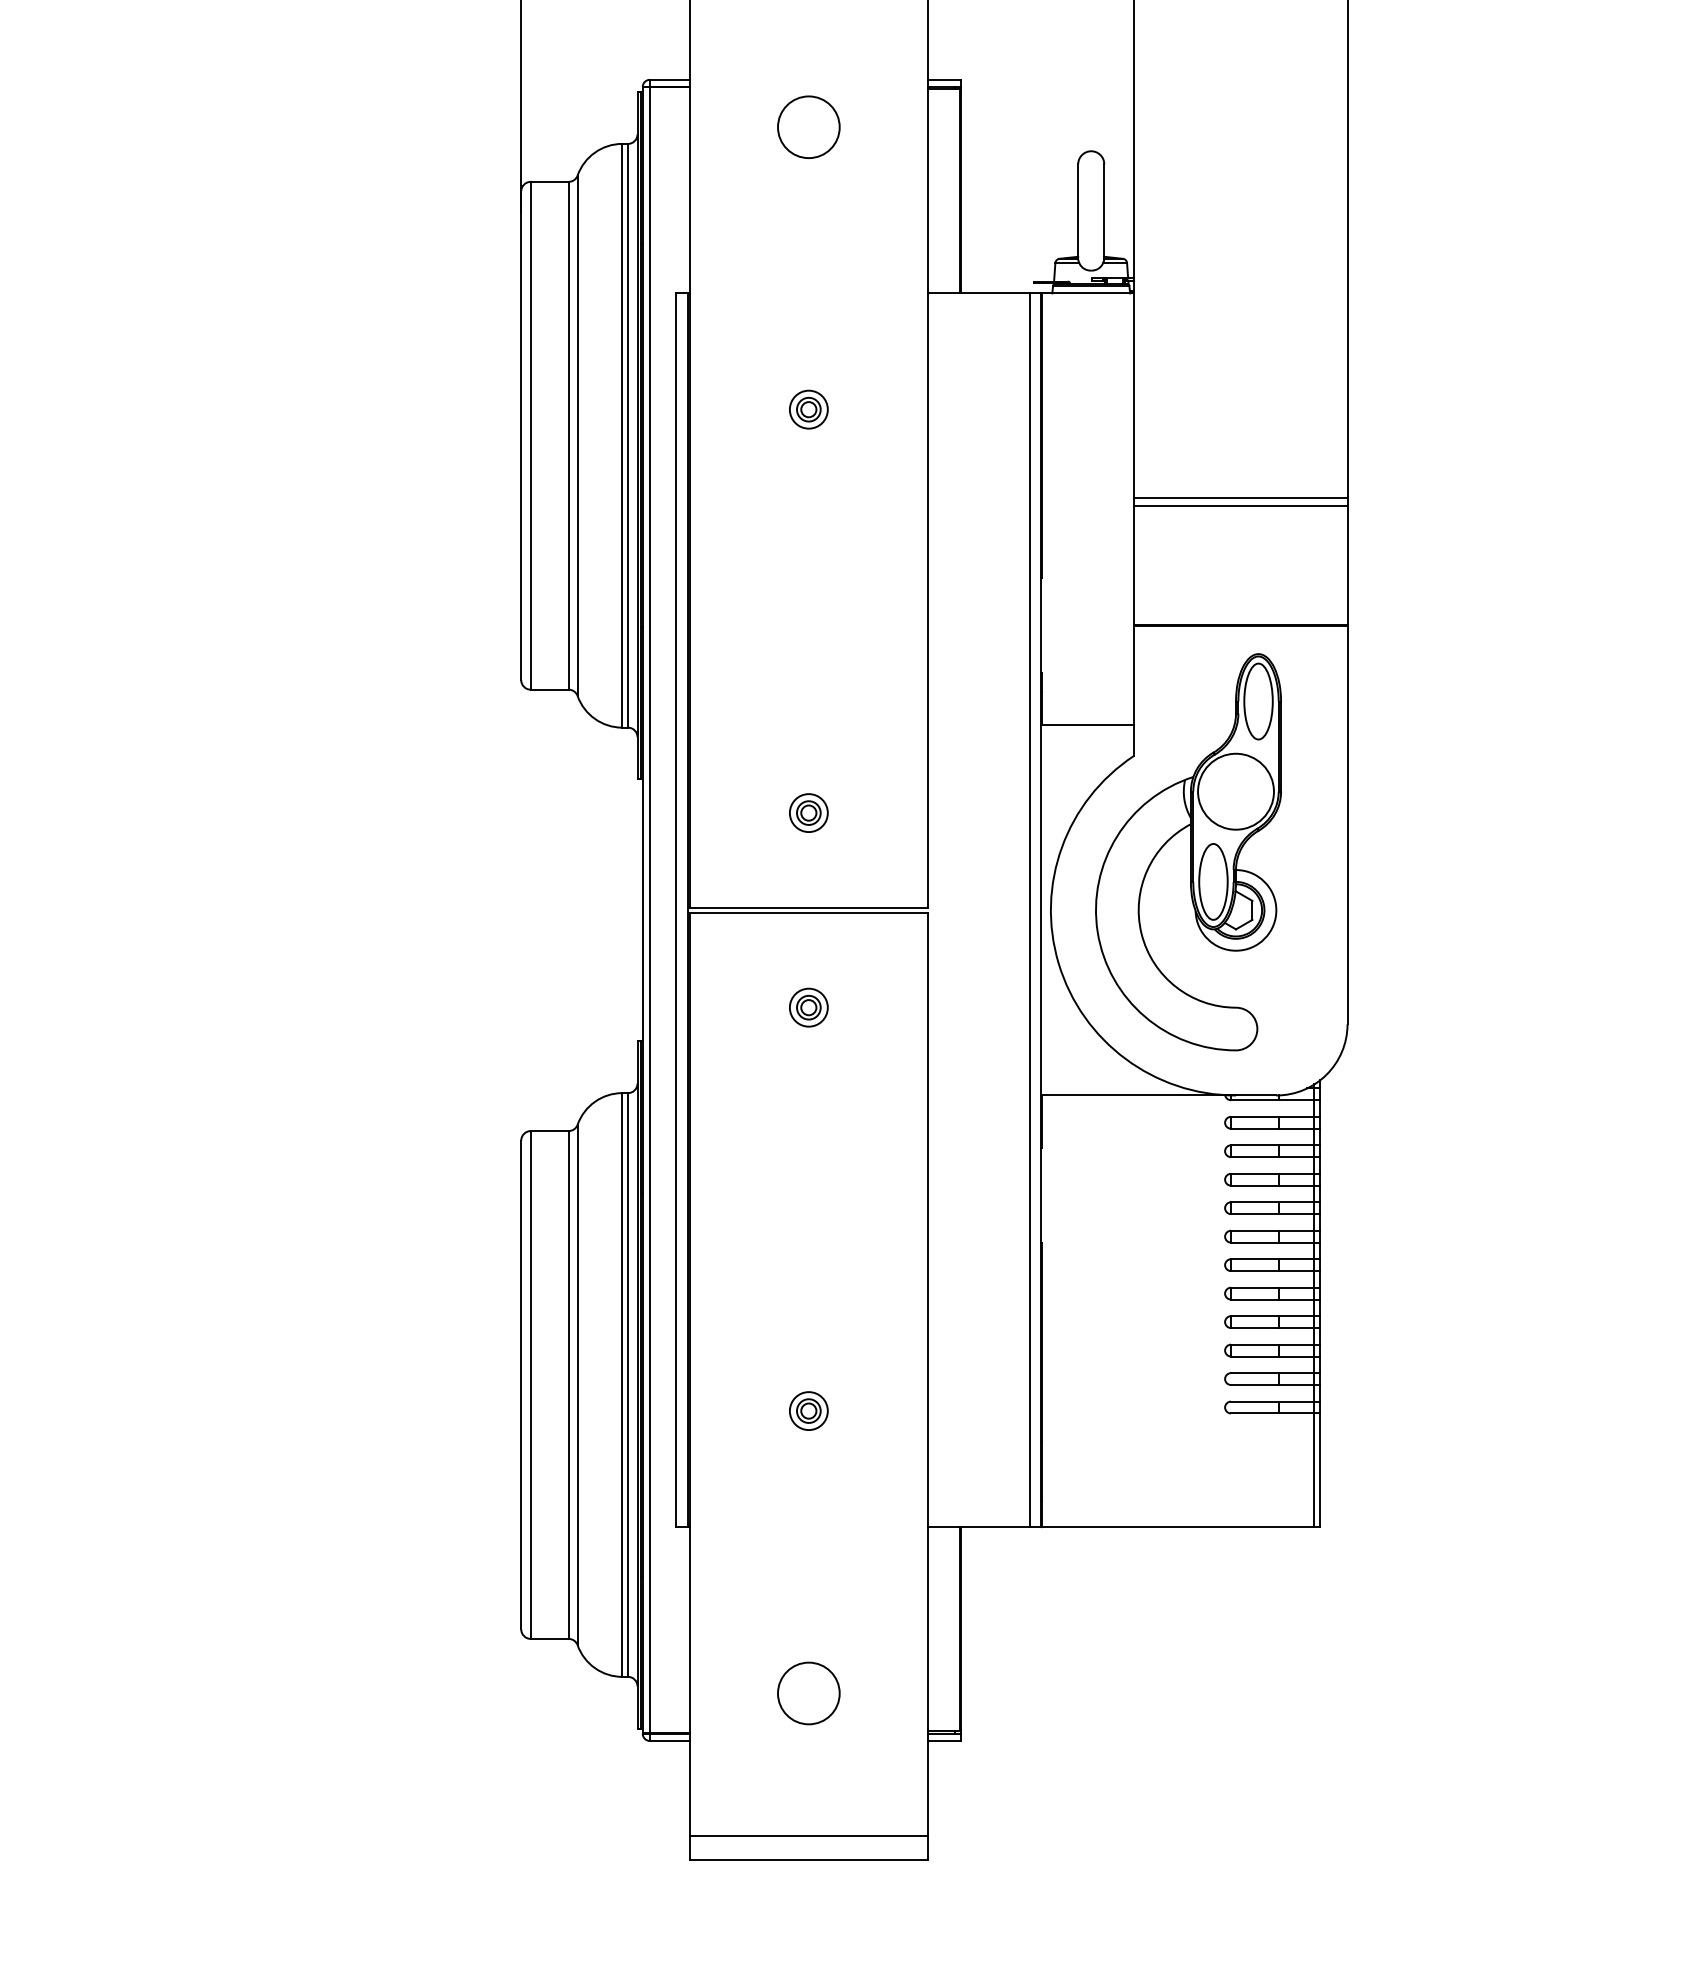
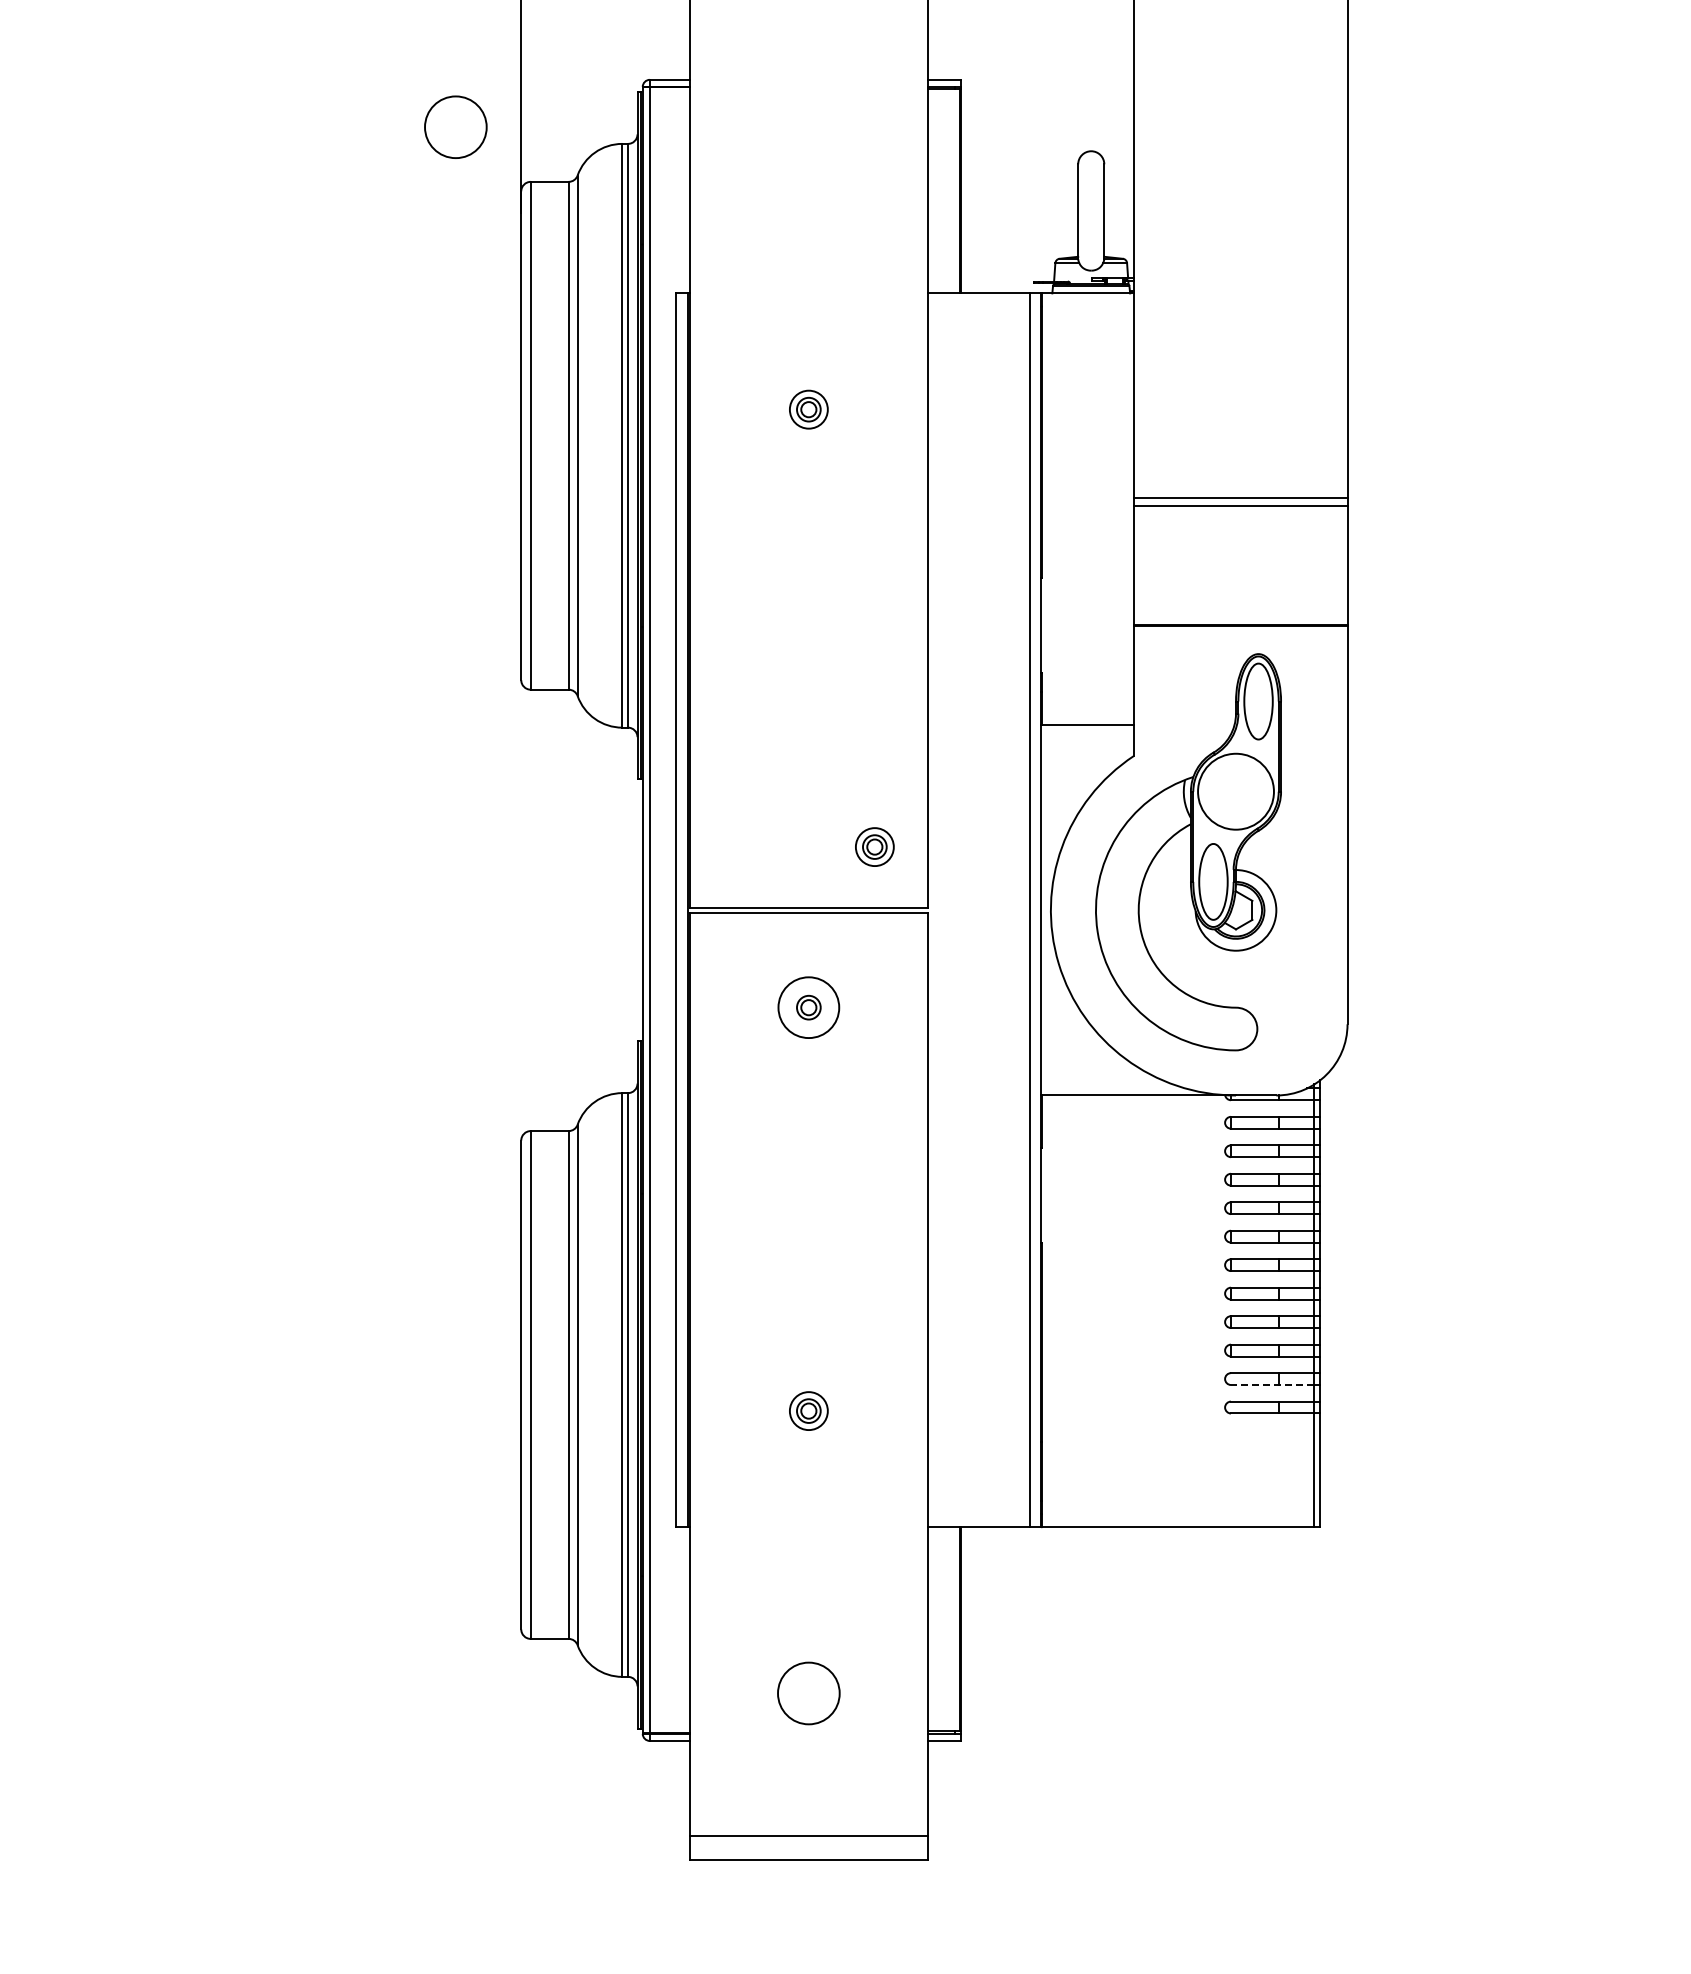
circle at (808, 126) position: (808, 126) -> (455, 126)
part at (808, 812) position: (808, 812) -> (874, 846)
circle at (808, 1007) diameter: 38 px -> 61 px
line at (1272, 1385): solid -> dashed
